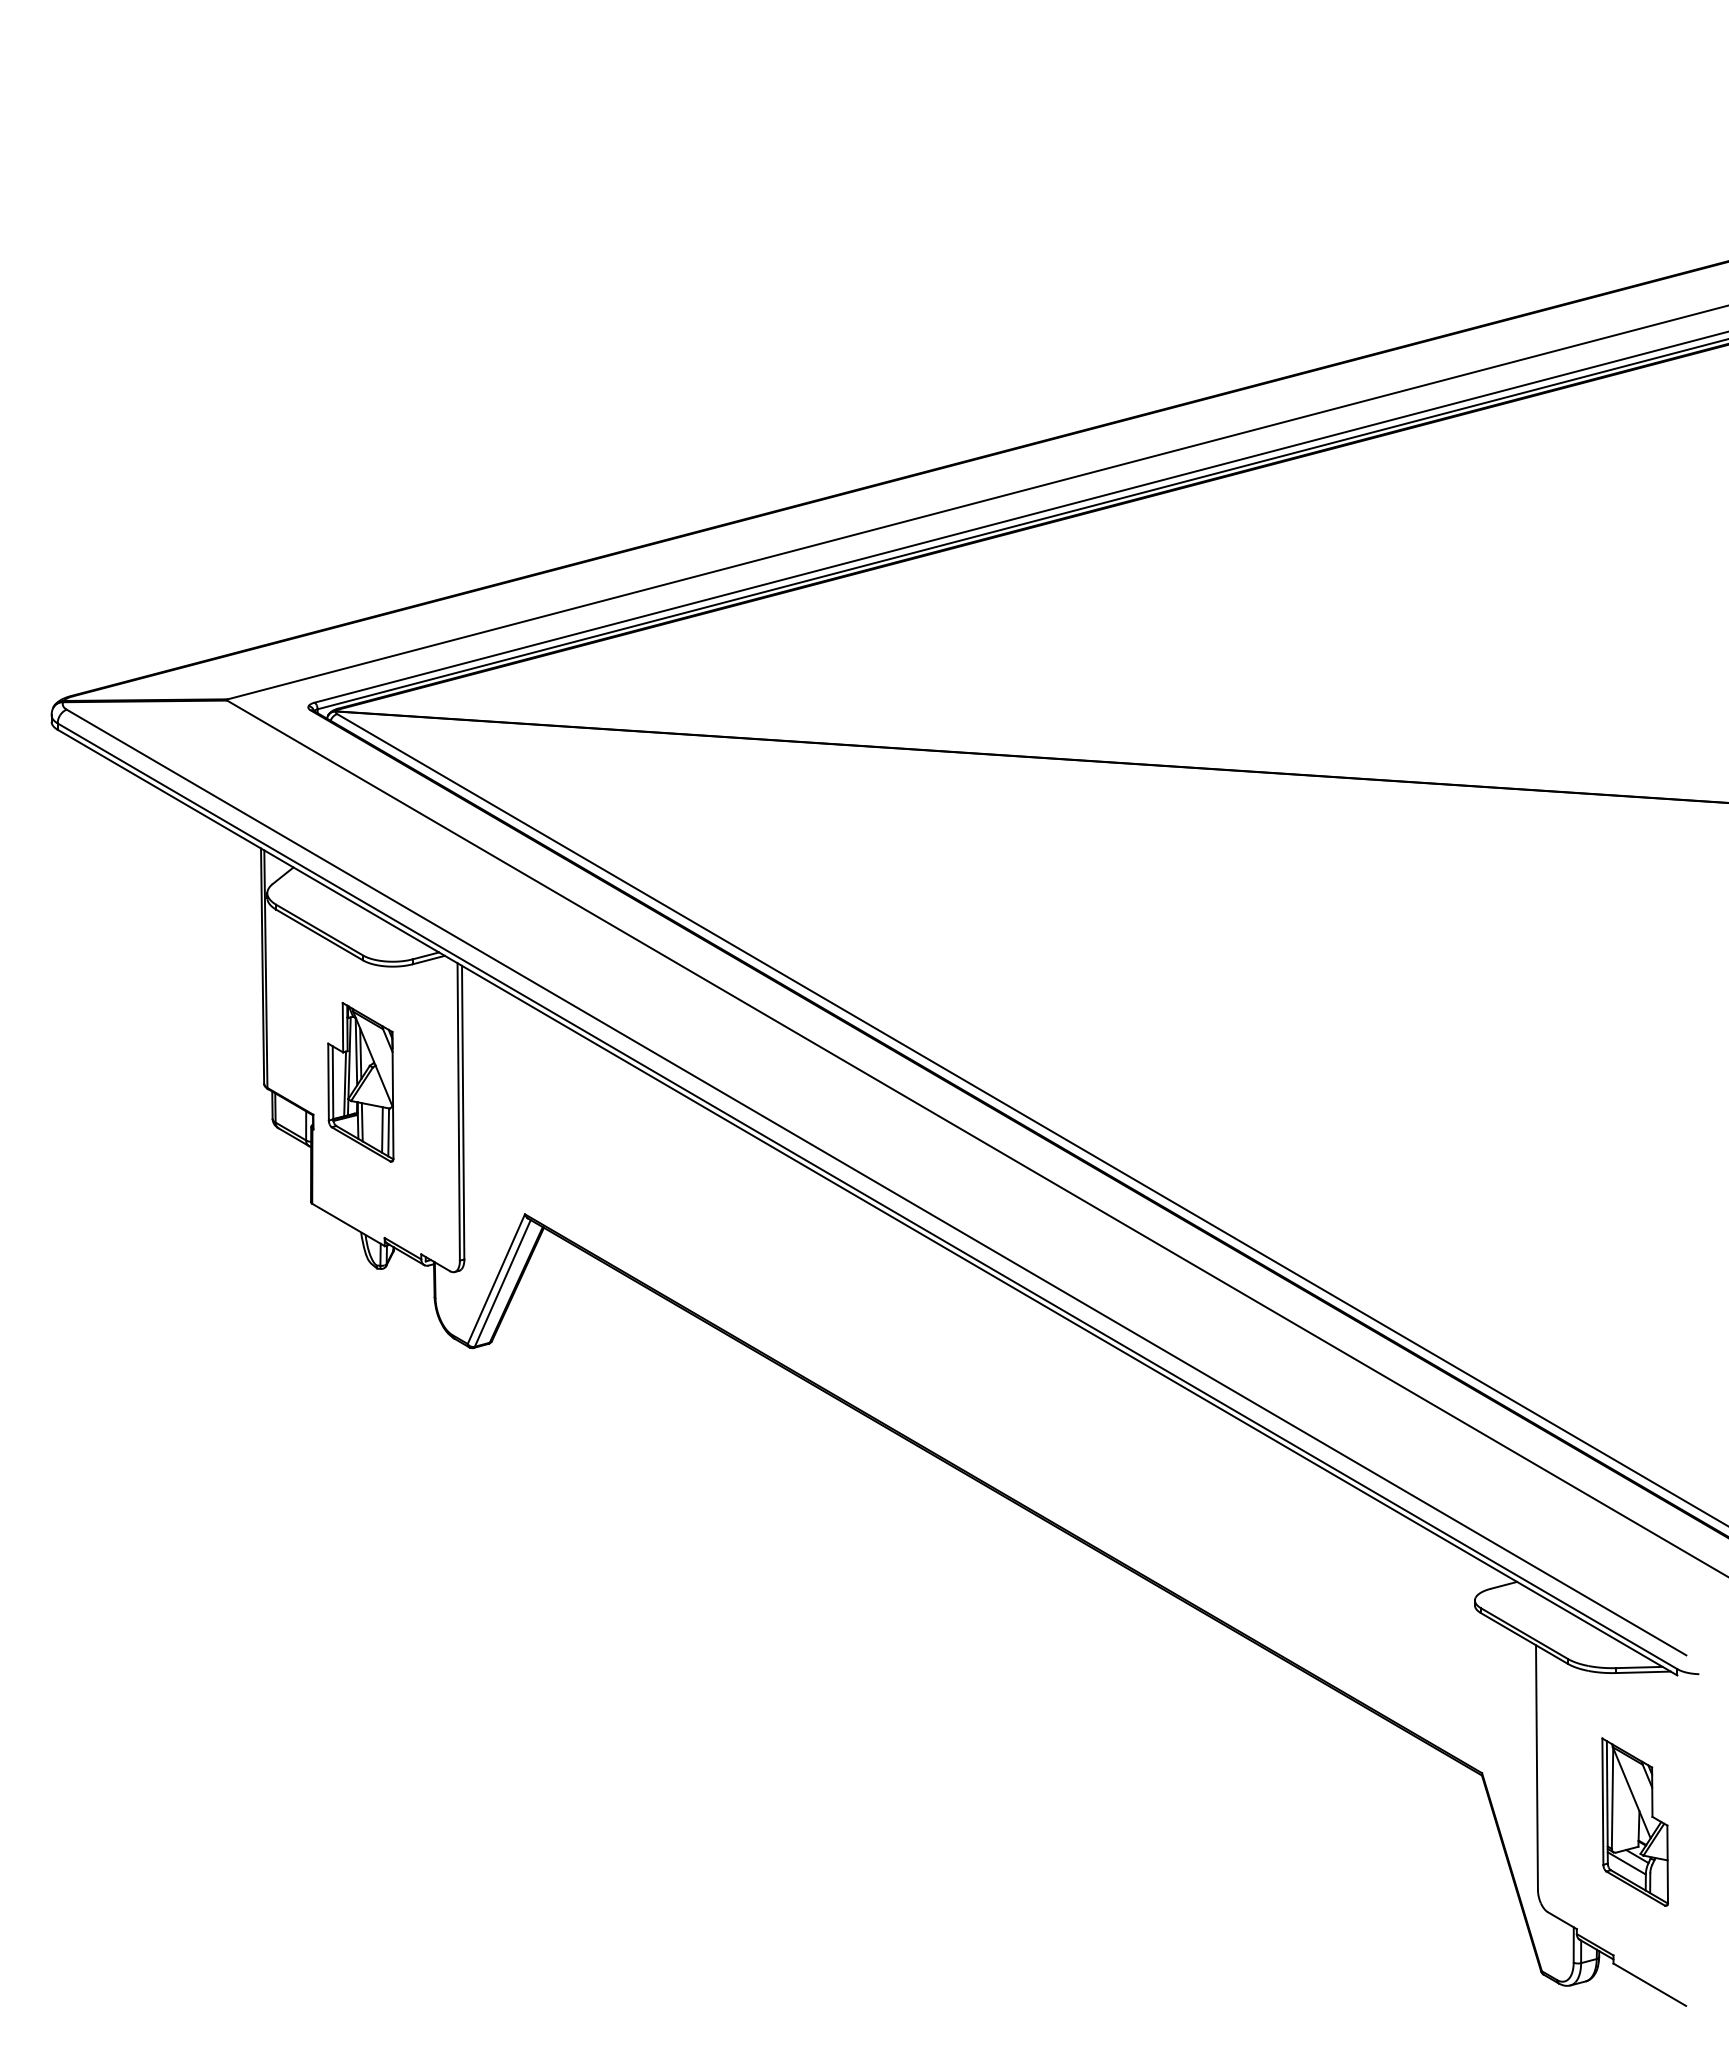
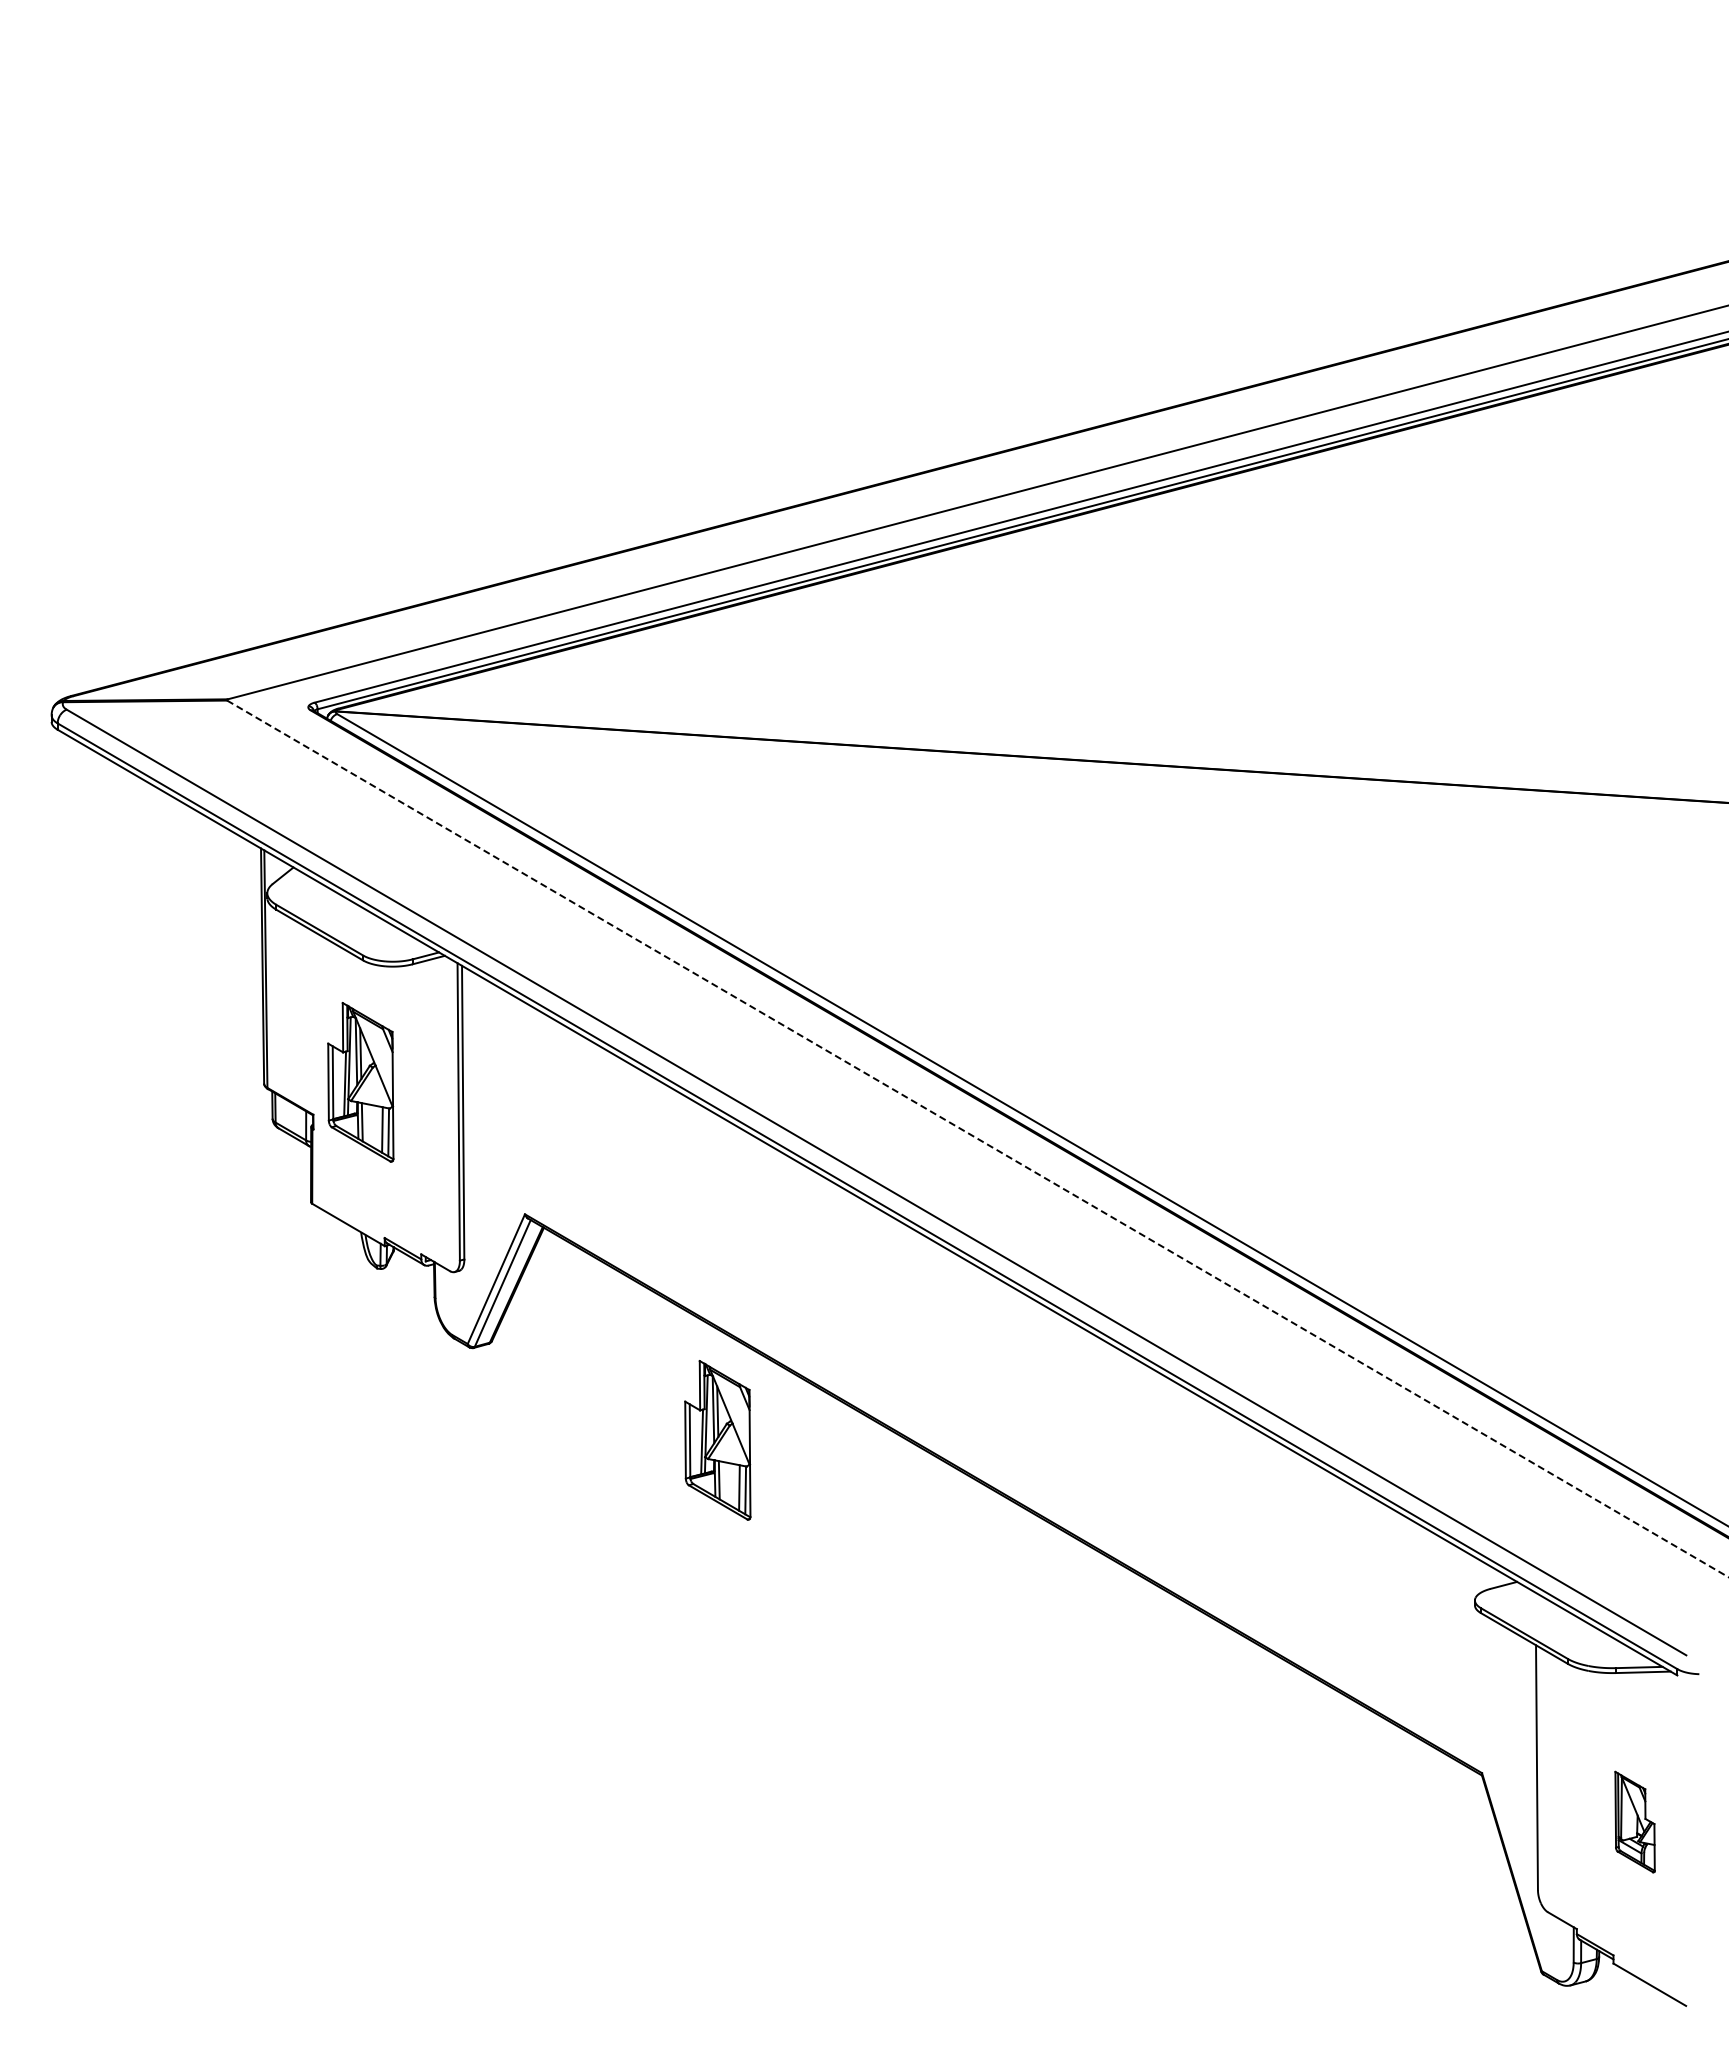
line at (978, 1139): solid -> dashed
part at (717, 1440): none -> present
part at (1634, 1821) size: 68x170 px -> 42x104 px
